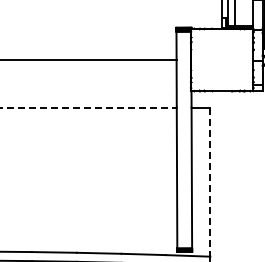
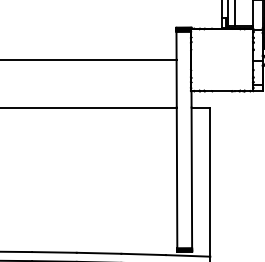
line at (88, 107): dashed -> solid
line at (210, 182): dashed -> solid
